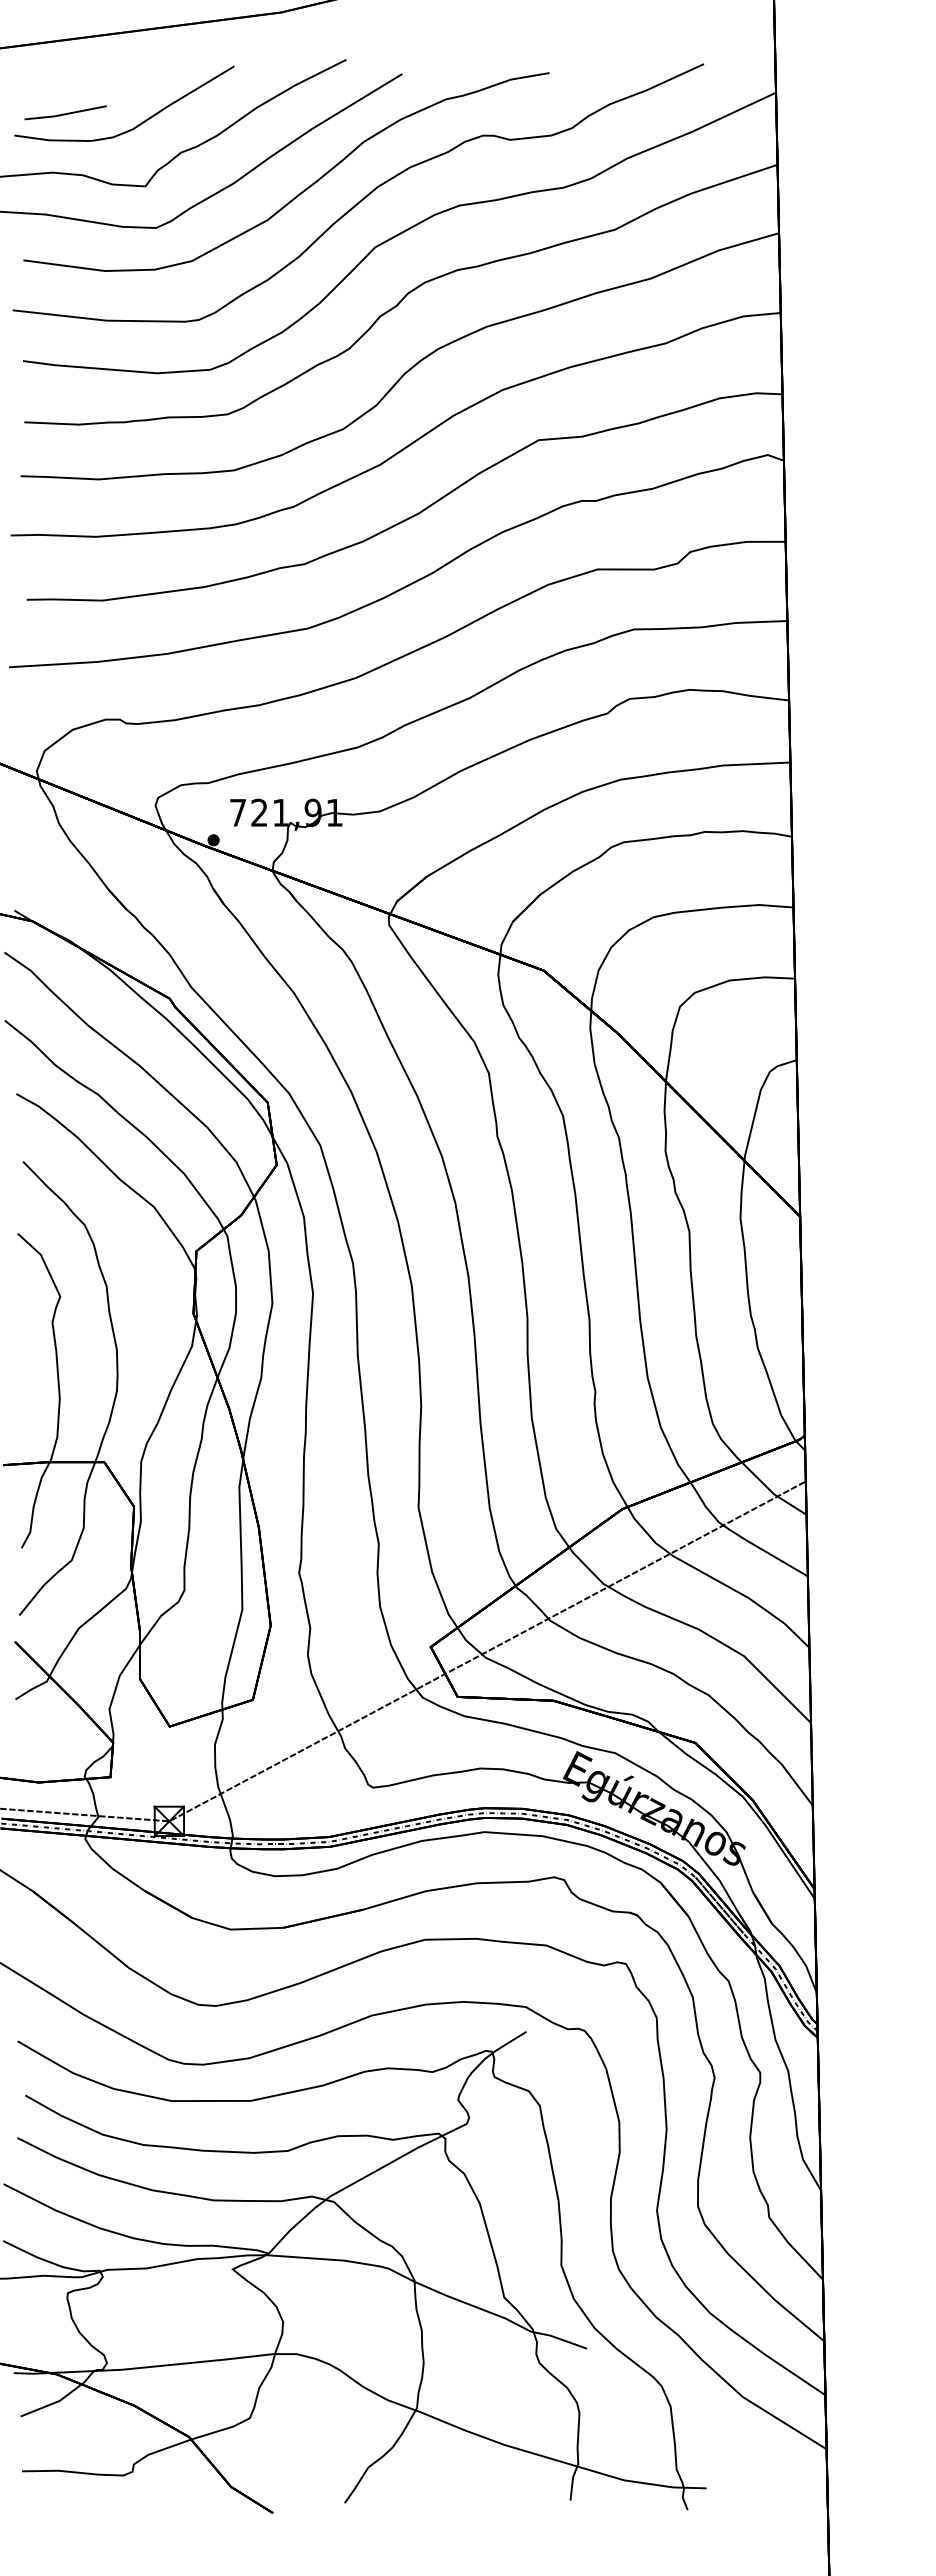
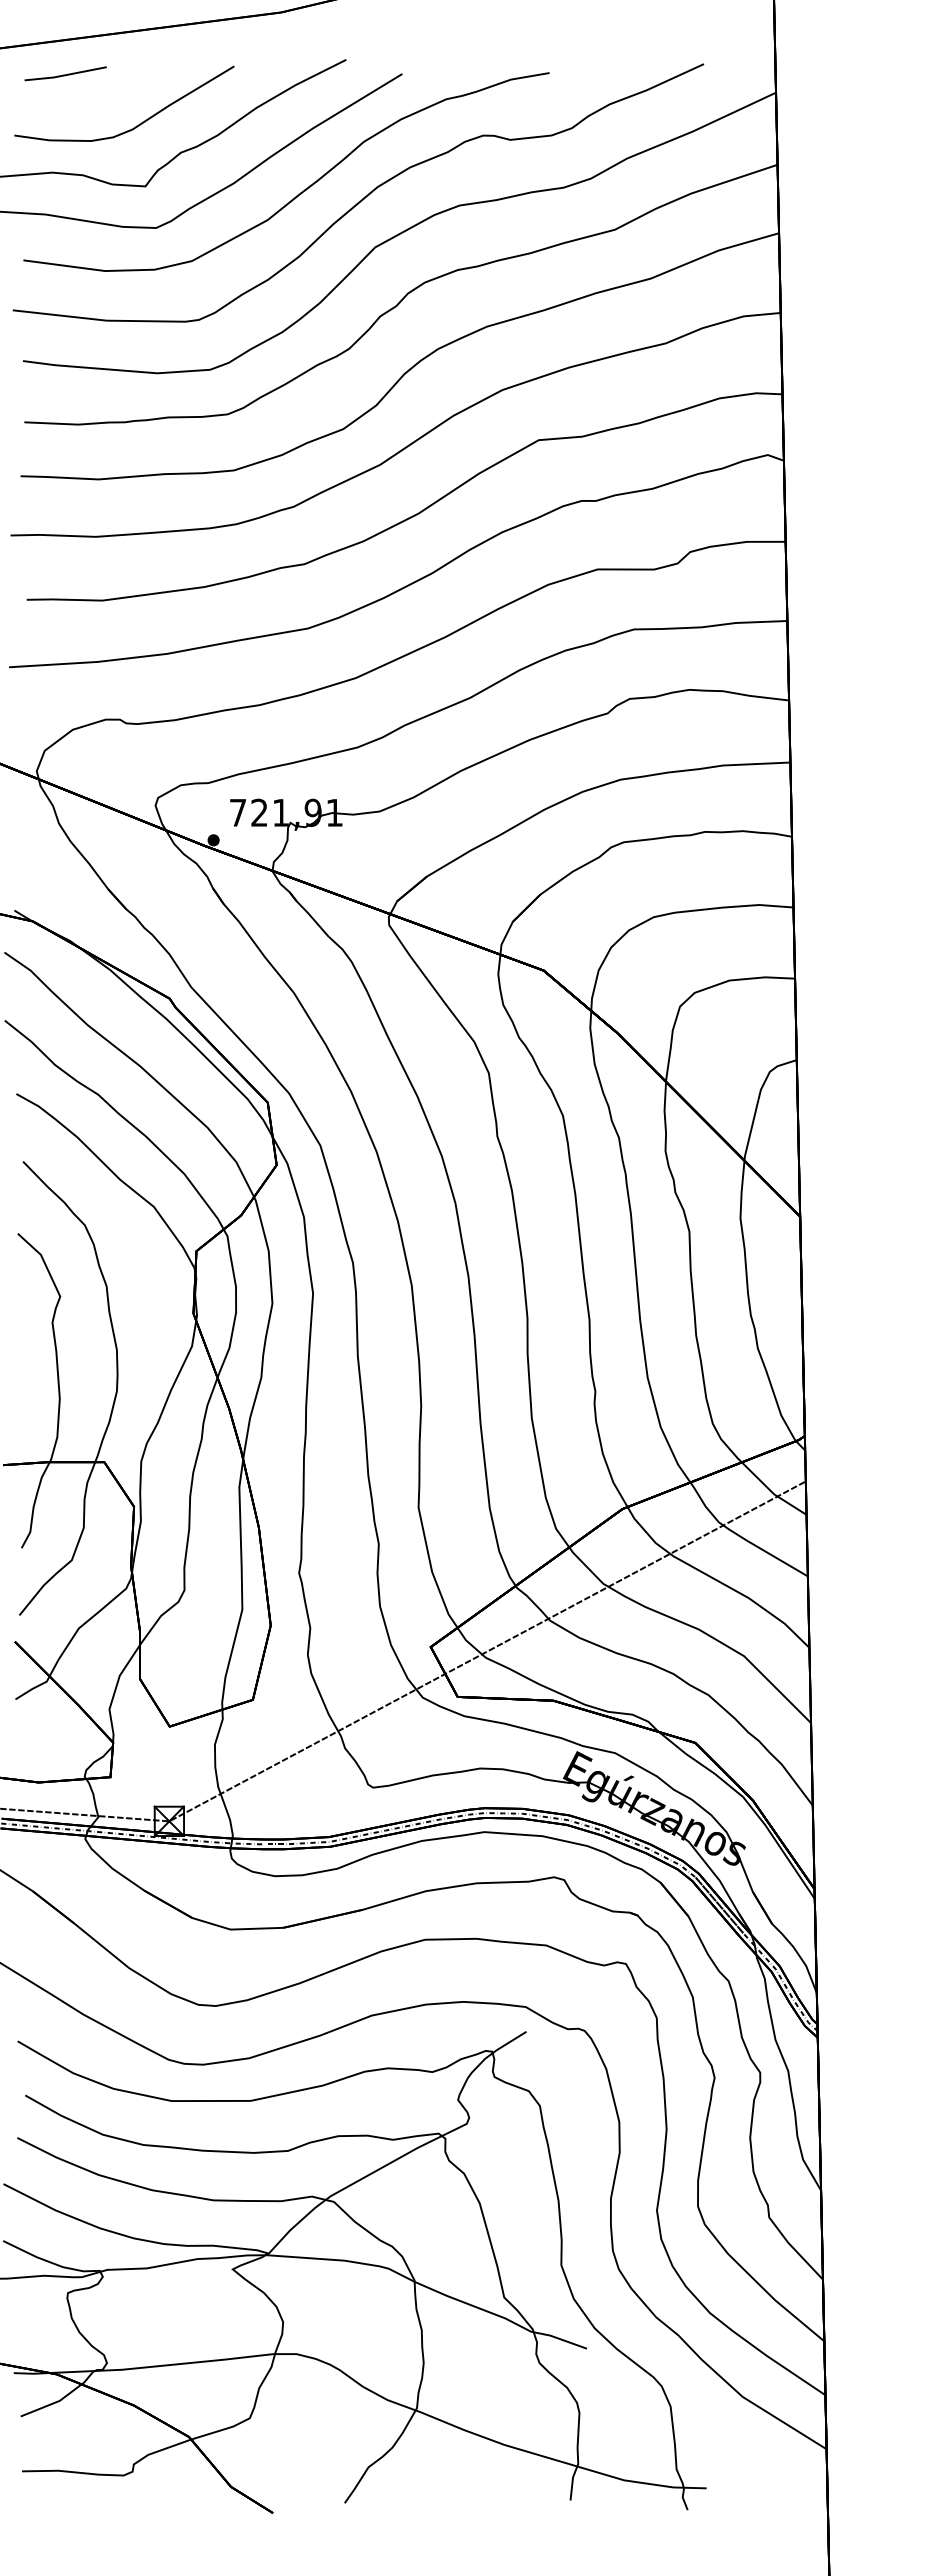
line at (65, 113) position: (65, 113) -> (65, 74)
